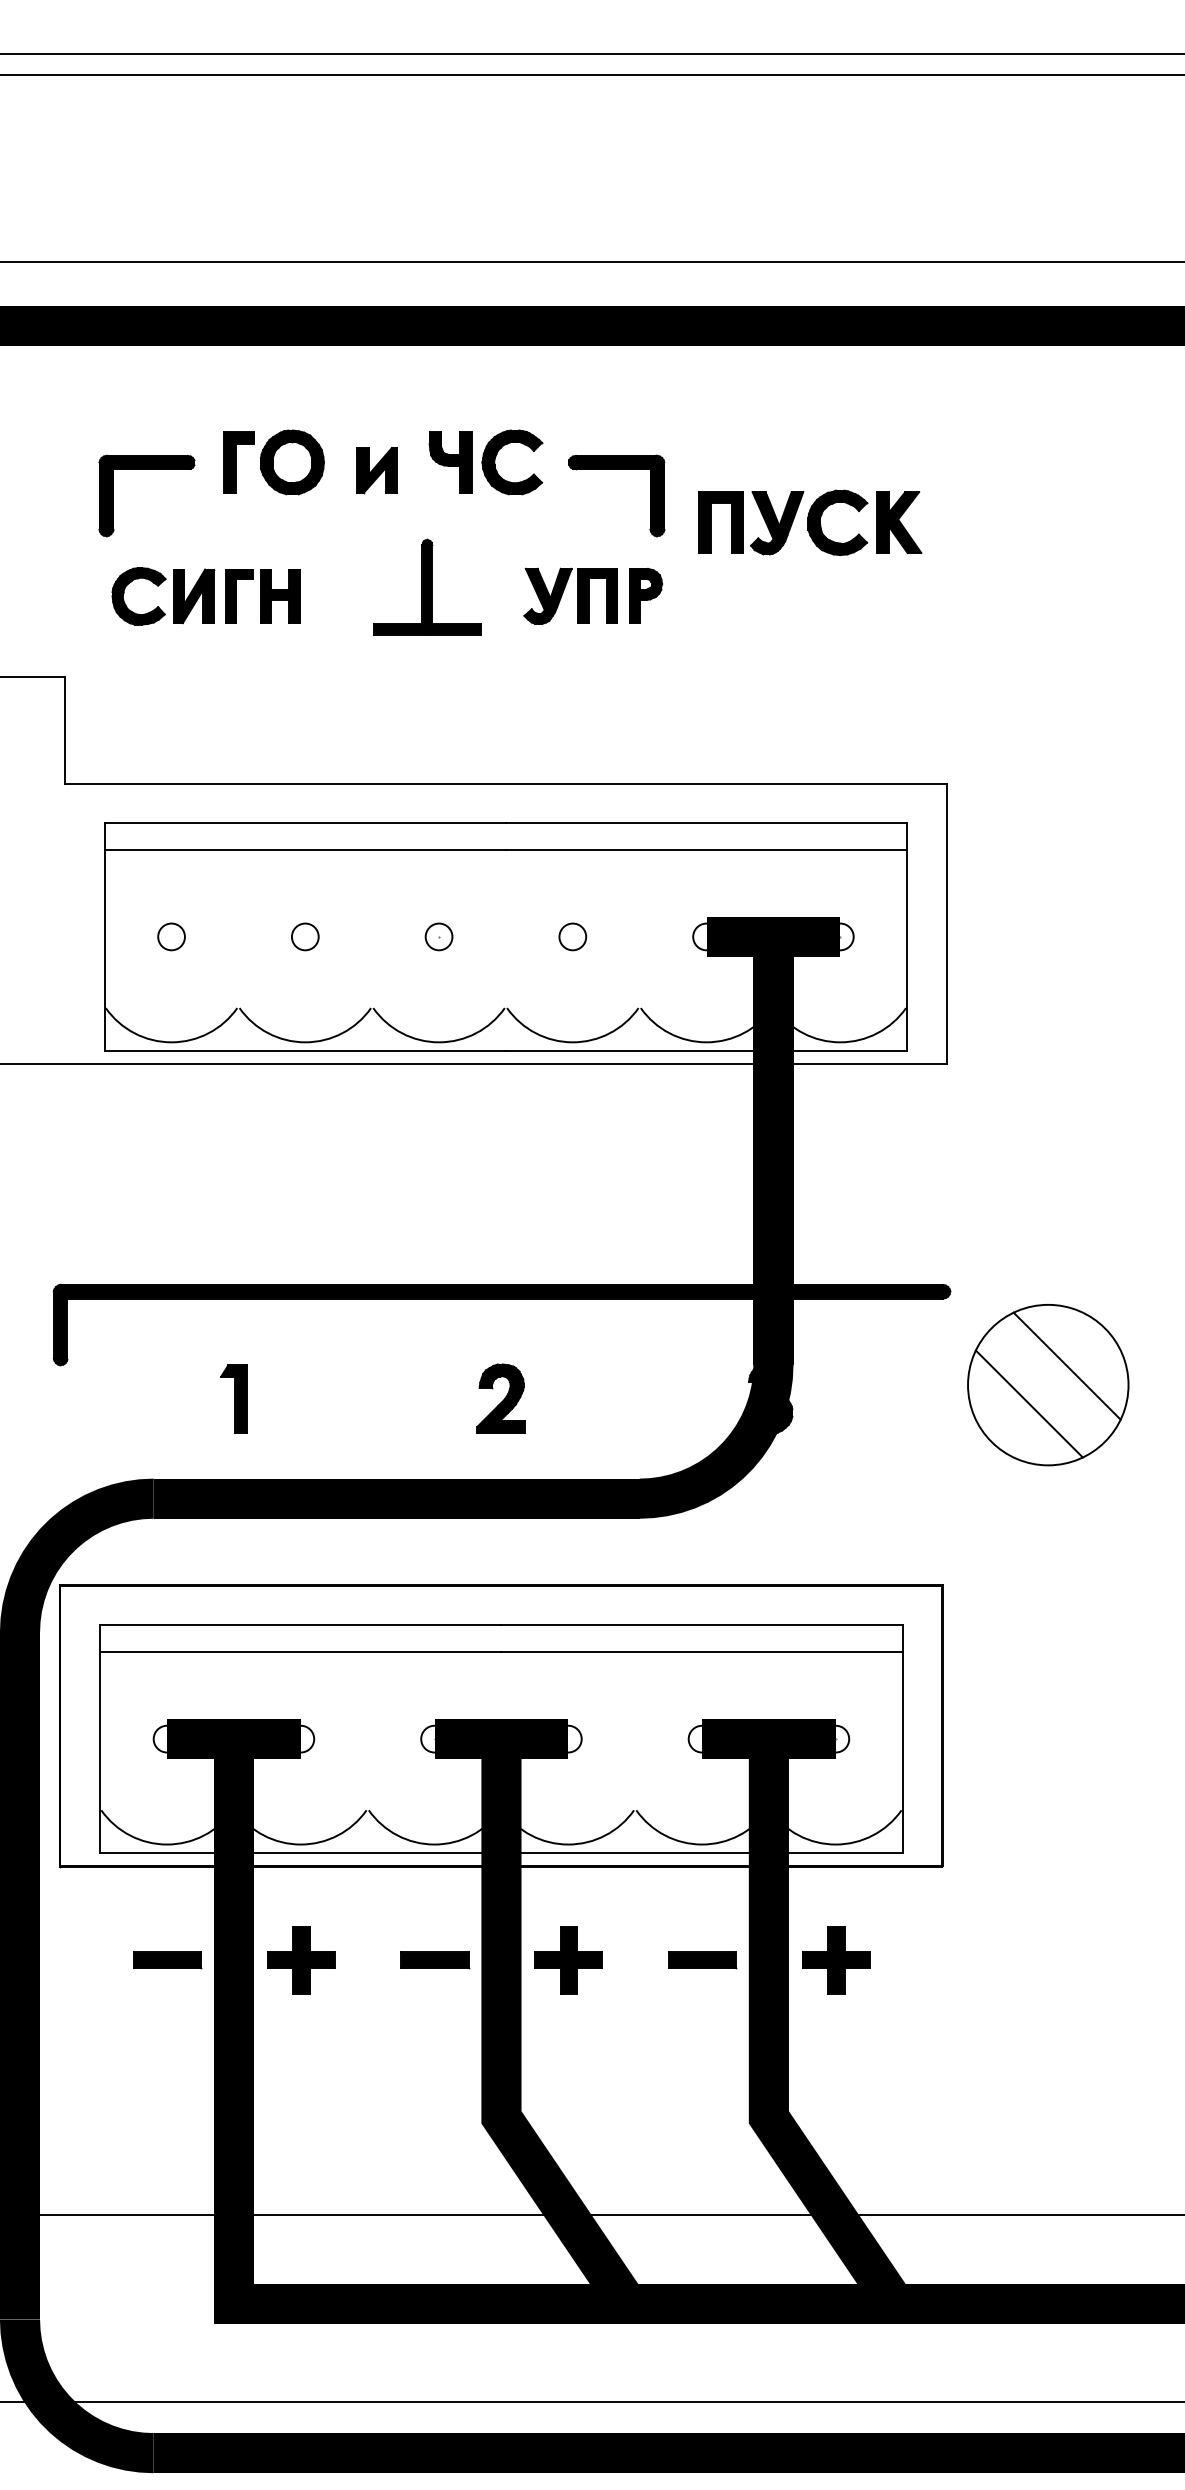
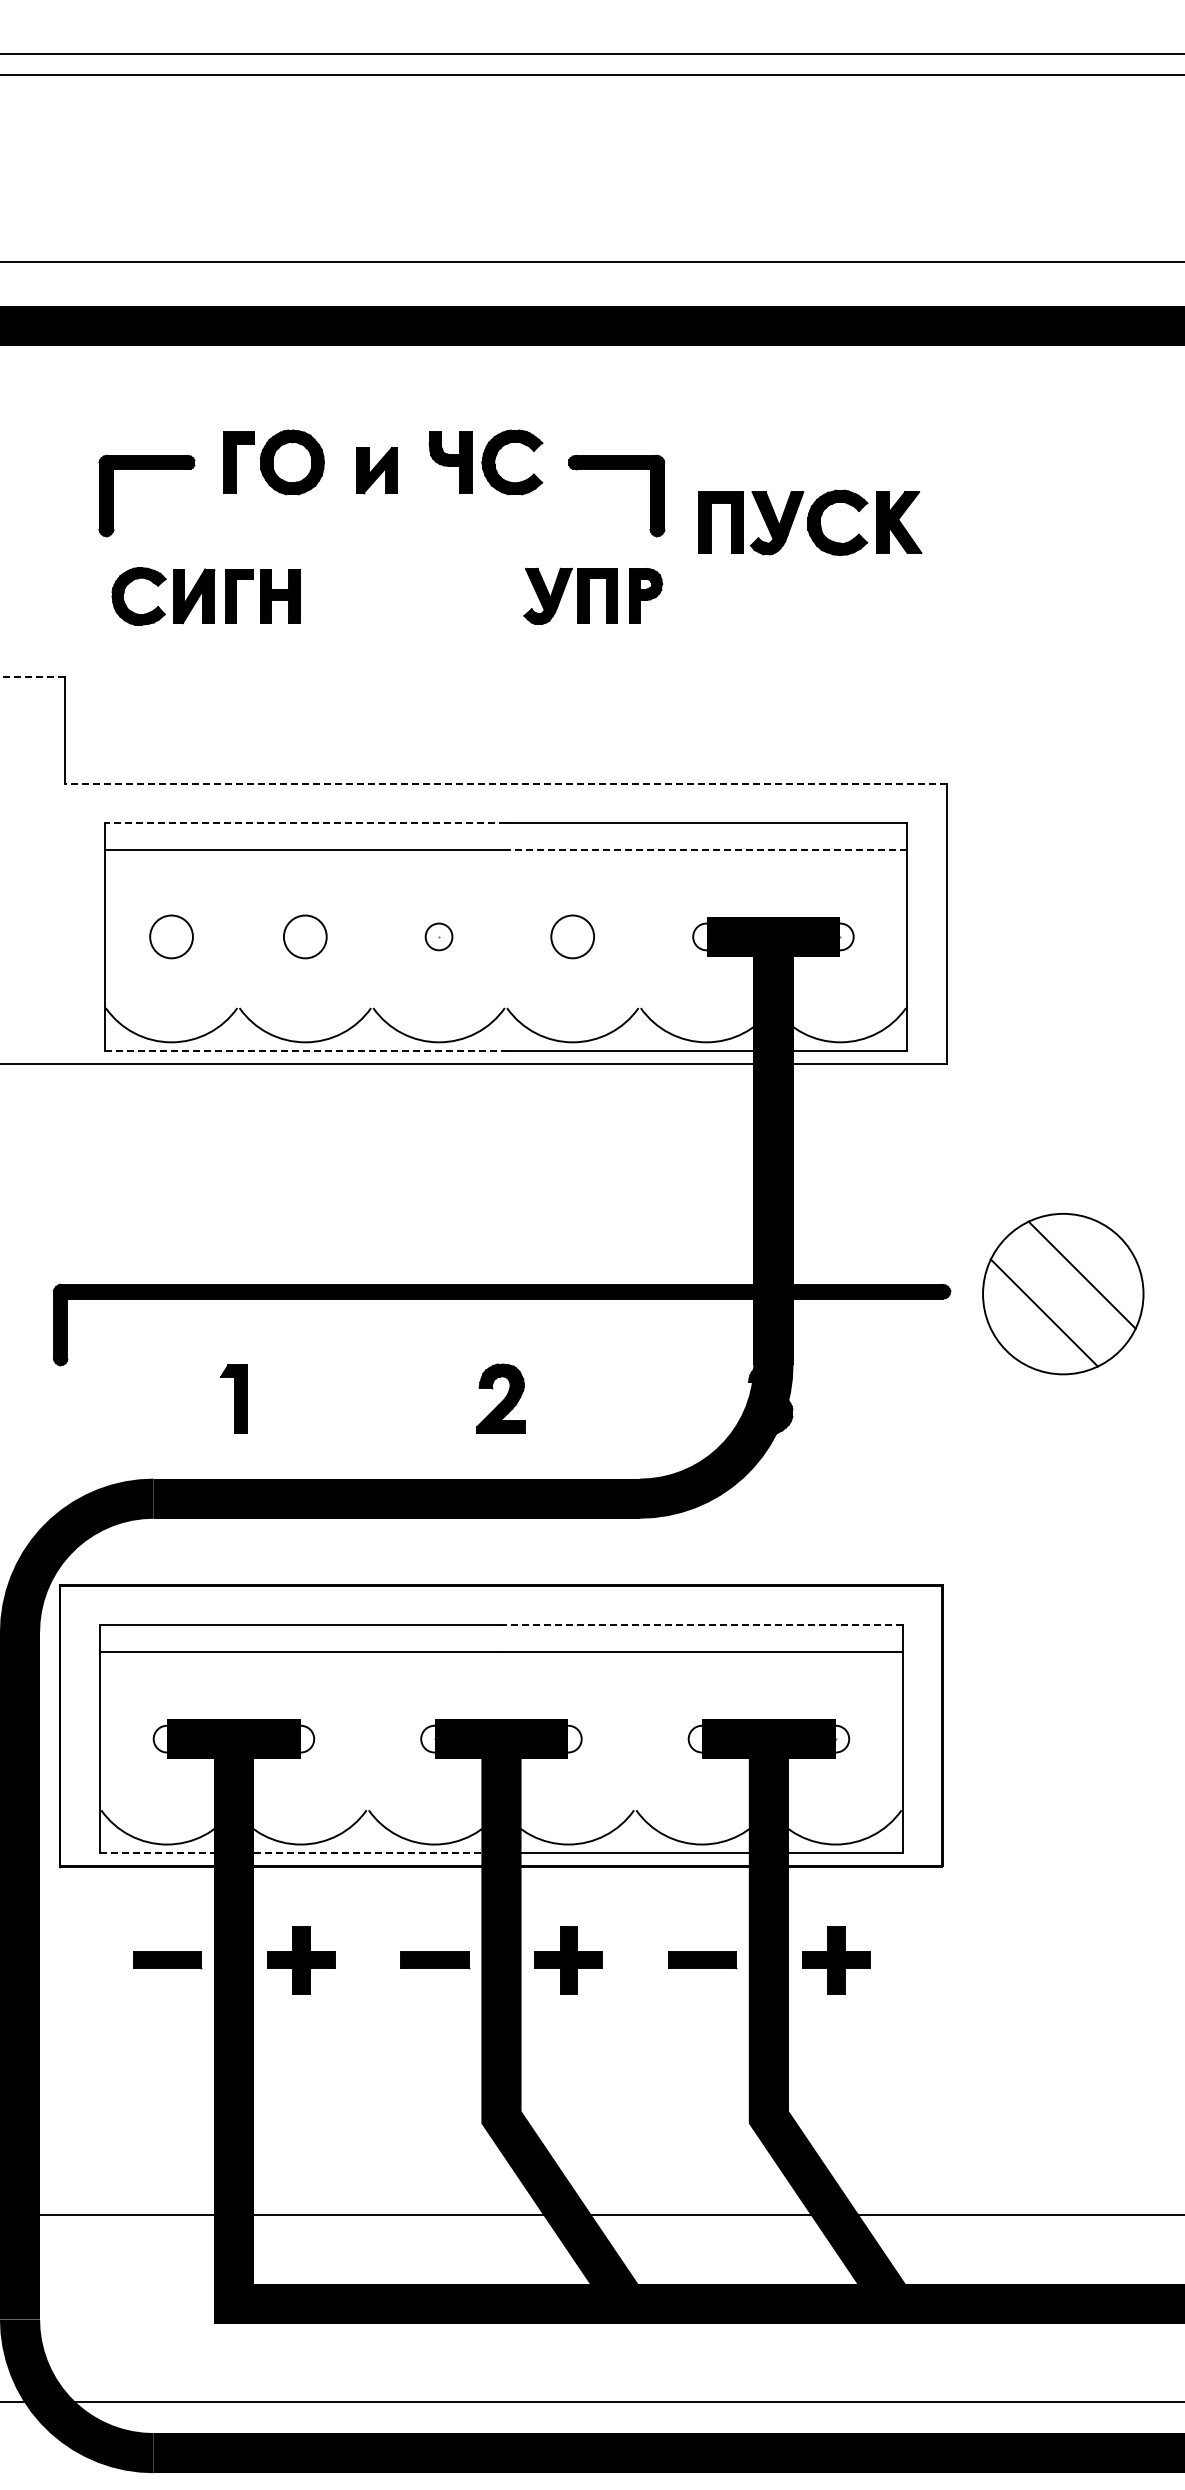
part at (427, 586): present -> none
line at (32, 676): solid -> dashed
line at (505, 783): solid -> dashed
line at (305, 823): solid -> dashed
line at (706, 850): solid -> dashed
circle at (171, 936) diameter: 27 px -> 43 px
circle at (304, 936) diameter: 27 px -> 43 px
circle at (572, 936) size: 30x30 px -> 45x46 px
line at (305, 1050): solid -> dashed
part at (1048, 1385) position: (1048, 1385) -> (1063, 1294)
line at (702, 1625): solid -> dashed
line at (300, 1852): solid -> dashed
